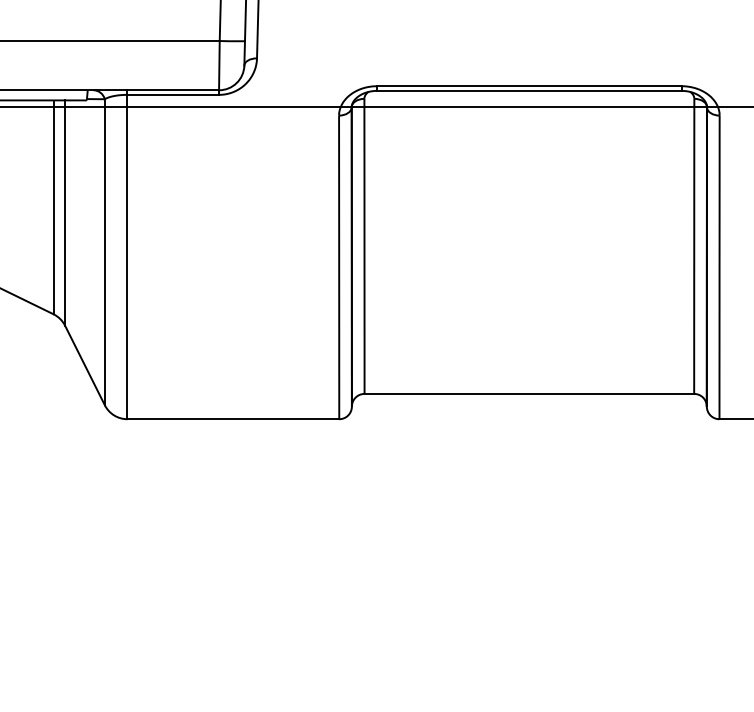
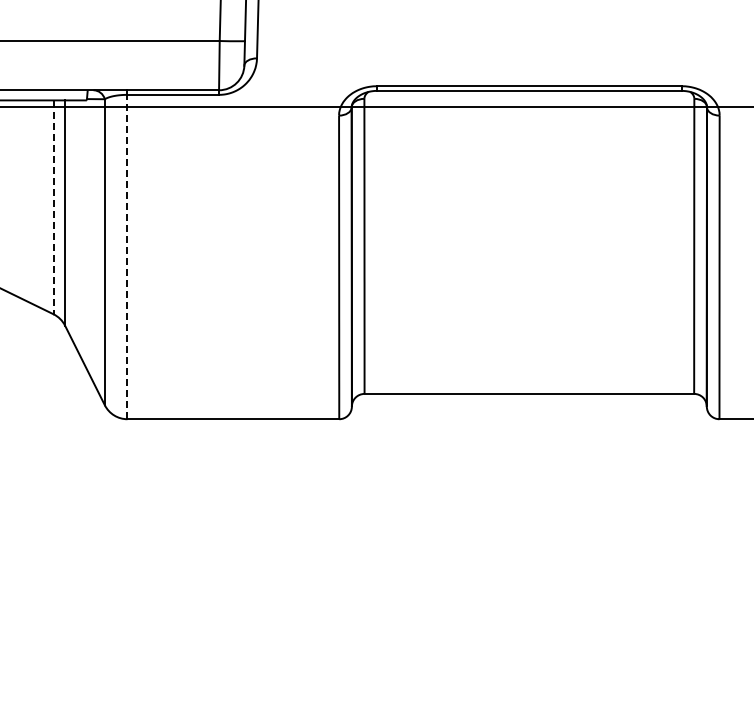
line at (53, 207): solid -> dashed
line at (127, 256): solid -> dashed
